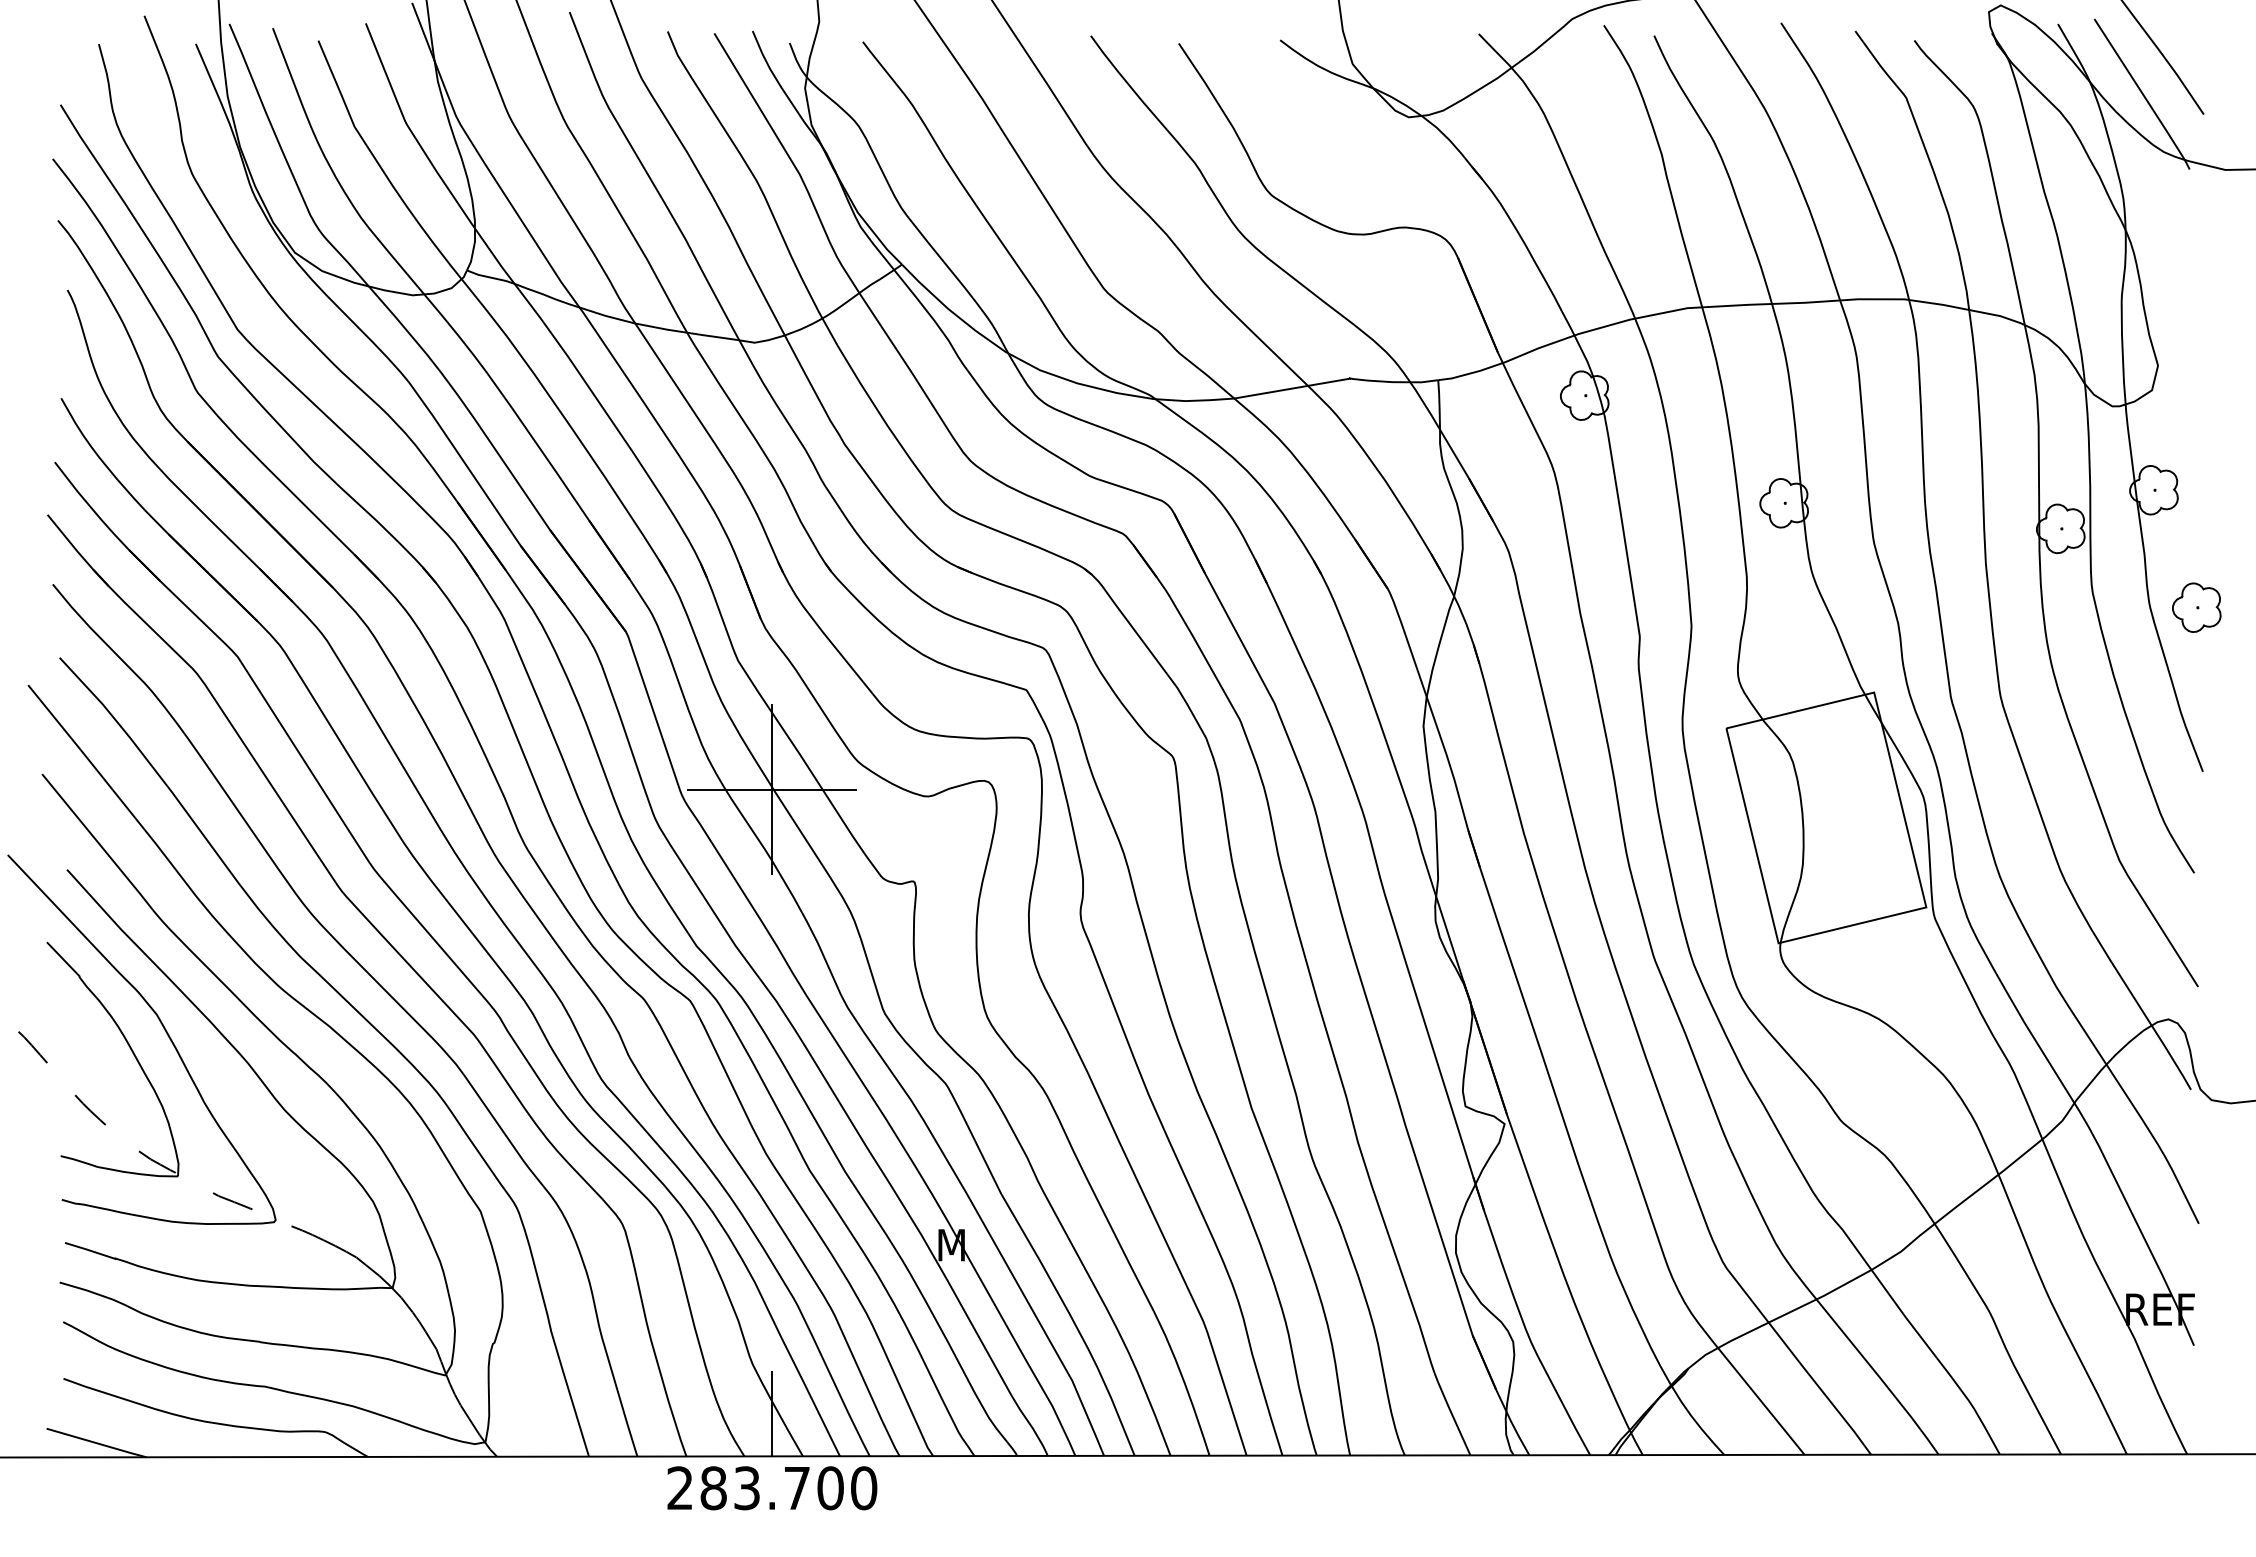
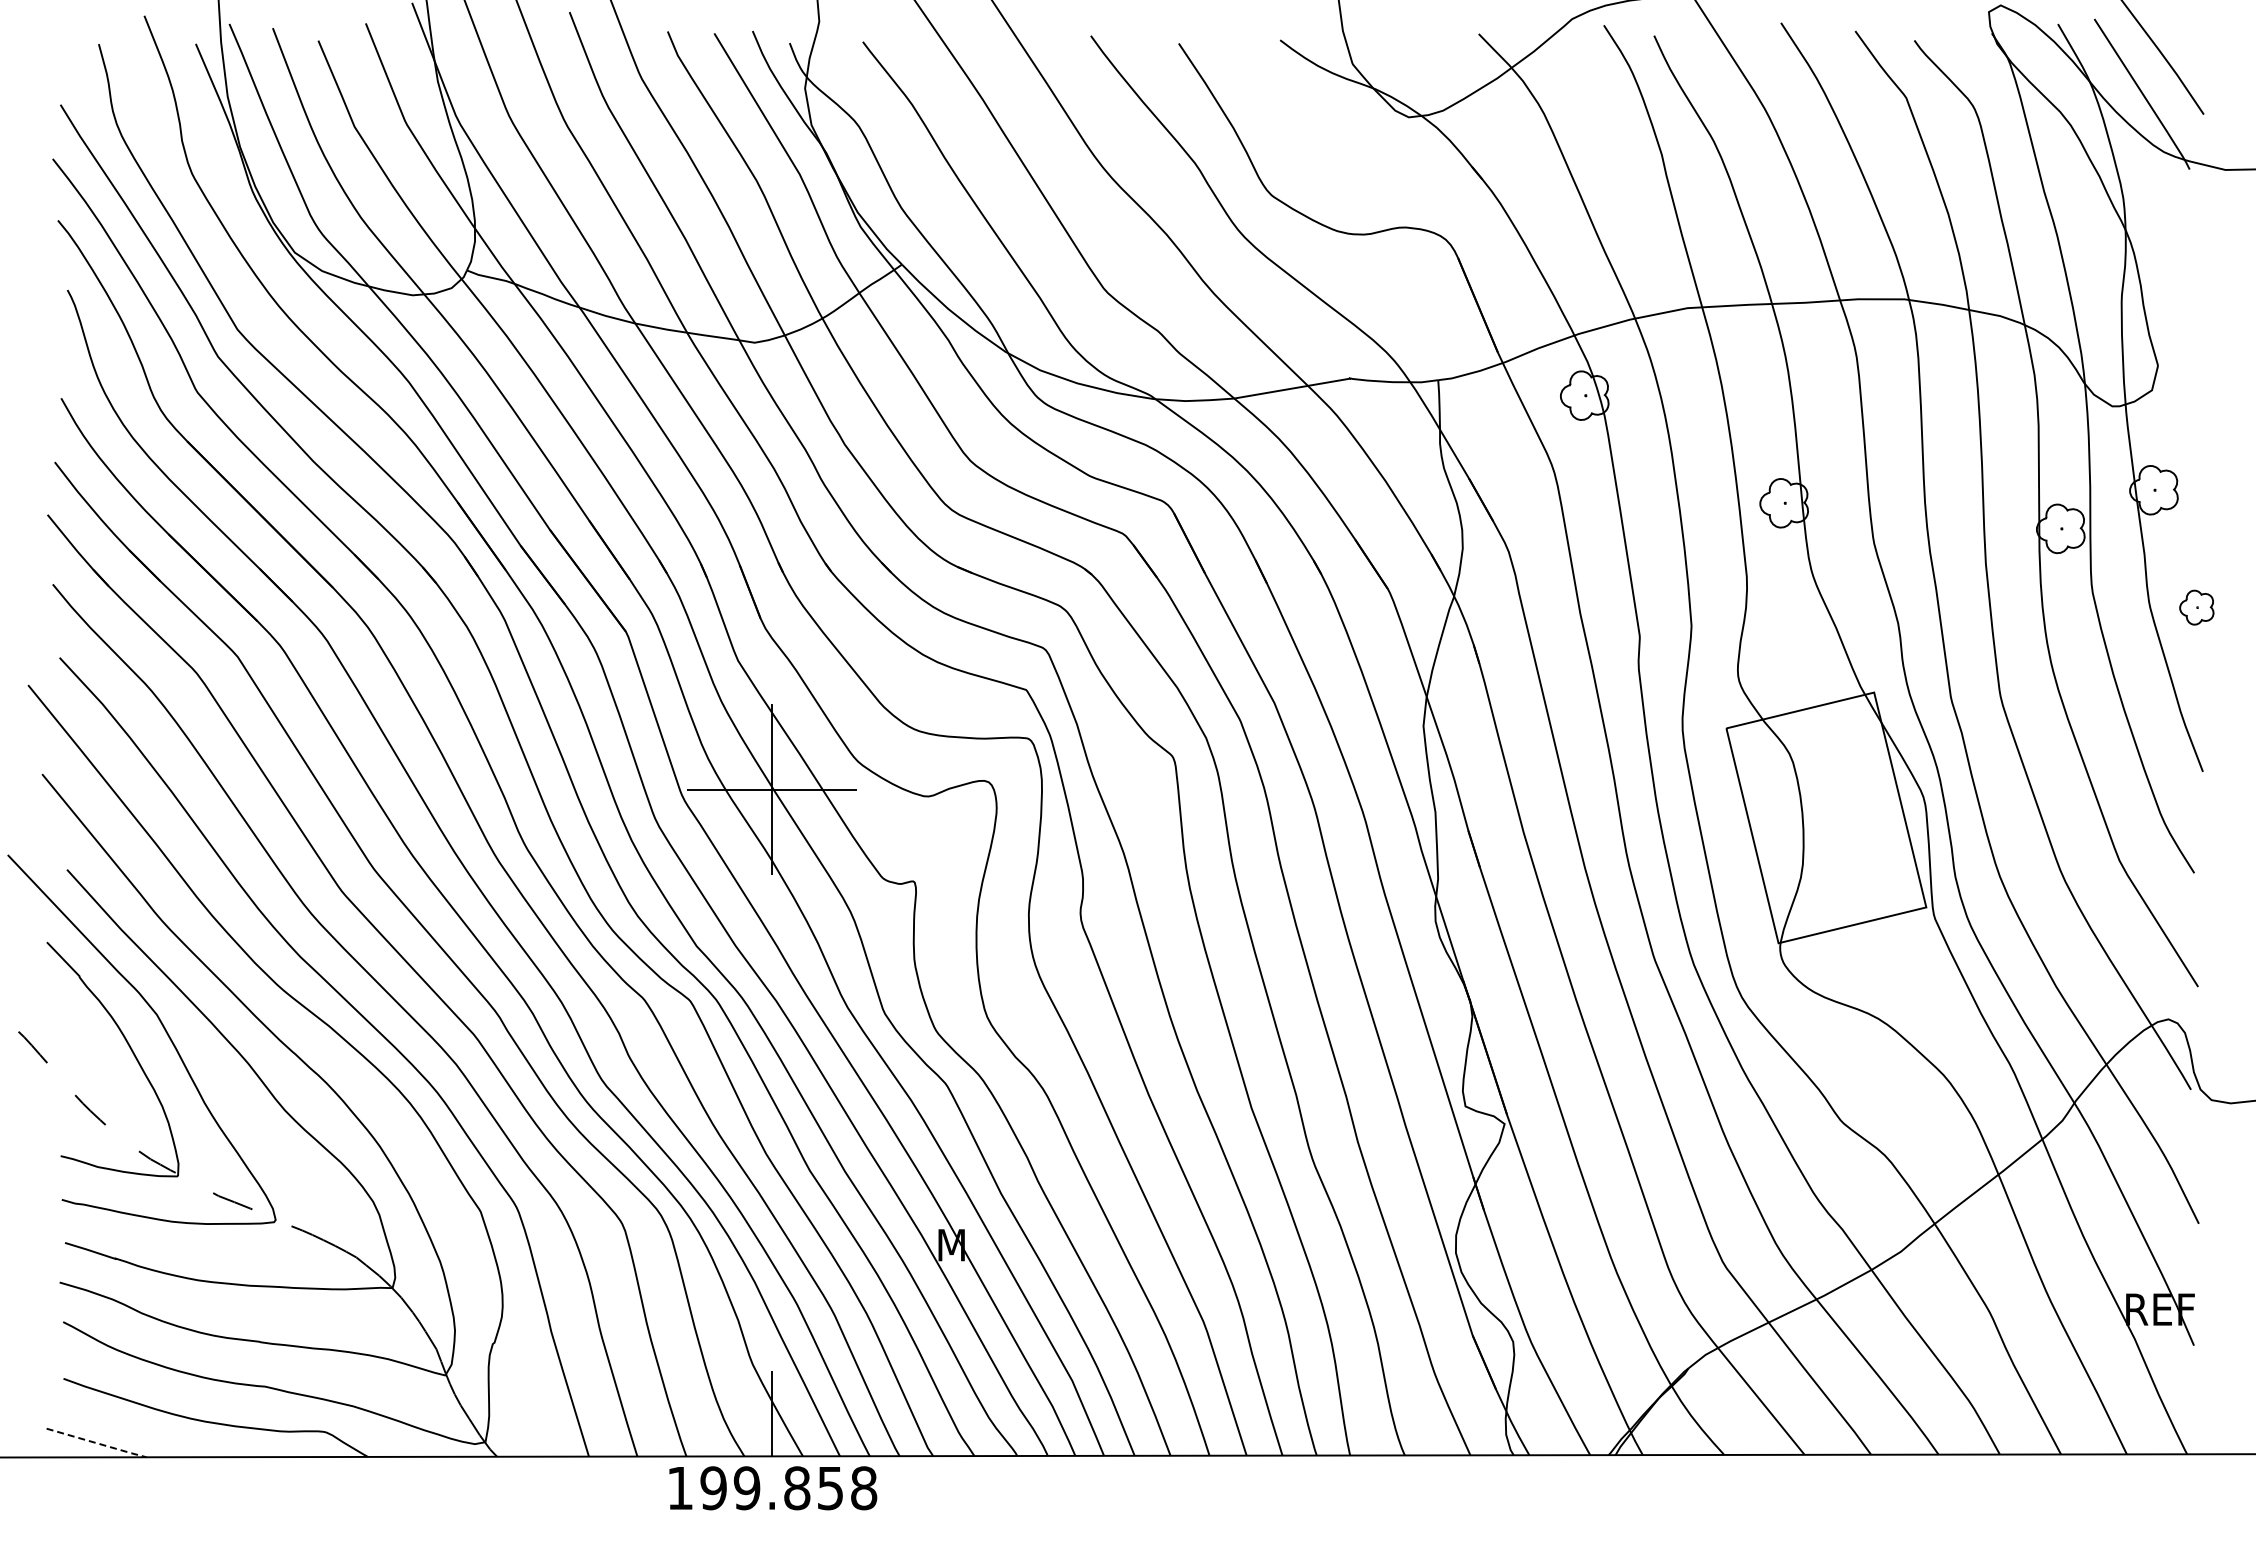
part at (2196, 607) size: 50x51 px -> 36x37 px
line at (97, 1443): solid -> dashed
text at (772, 1488): 283.700 -> 199.858
